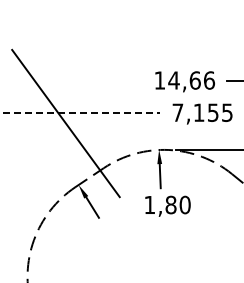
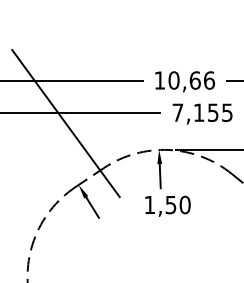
line at (72, 80): none -> present
text at (173, 80): 14,66 -> 10,66
line at (79, 112): dashed -> solid
text at (170, 204): 1,80 -> 1,50
